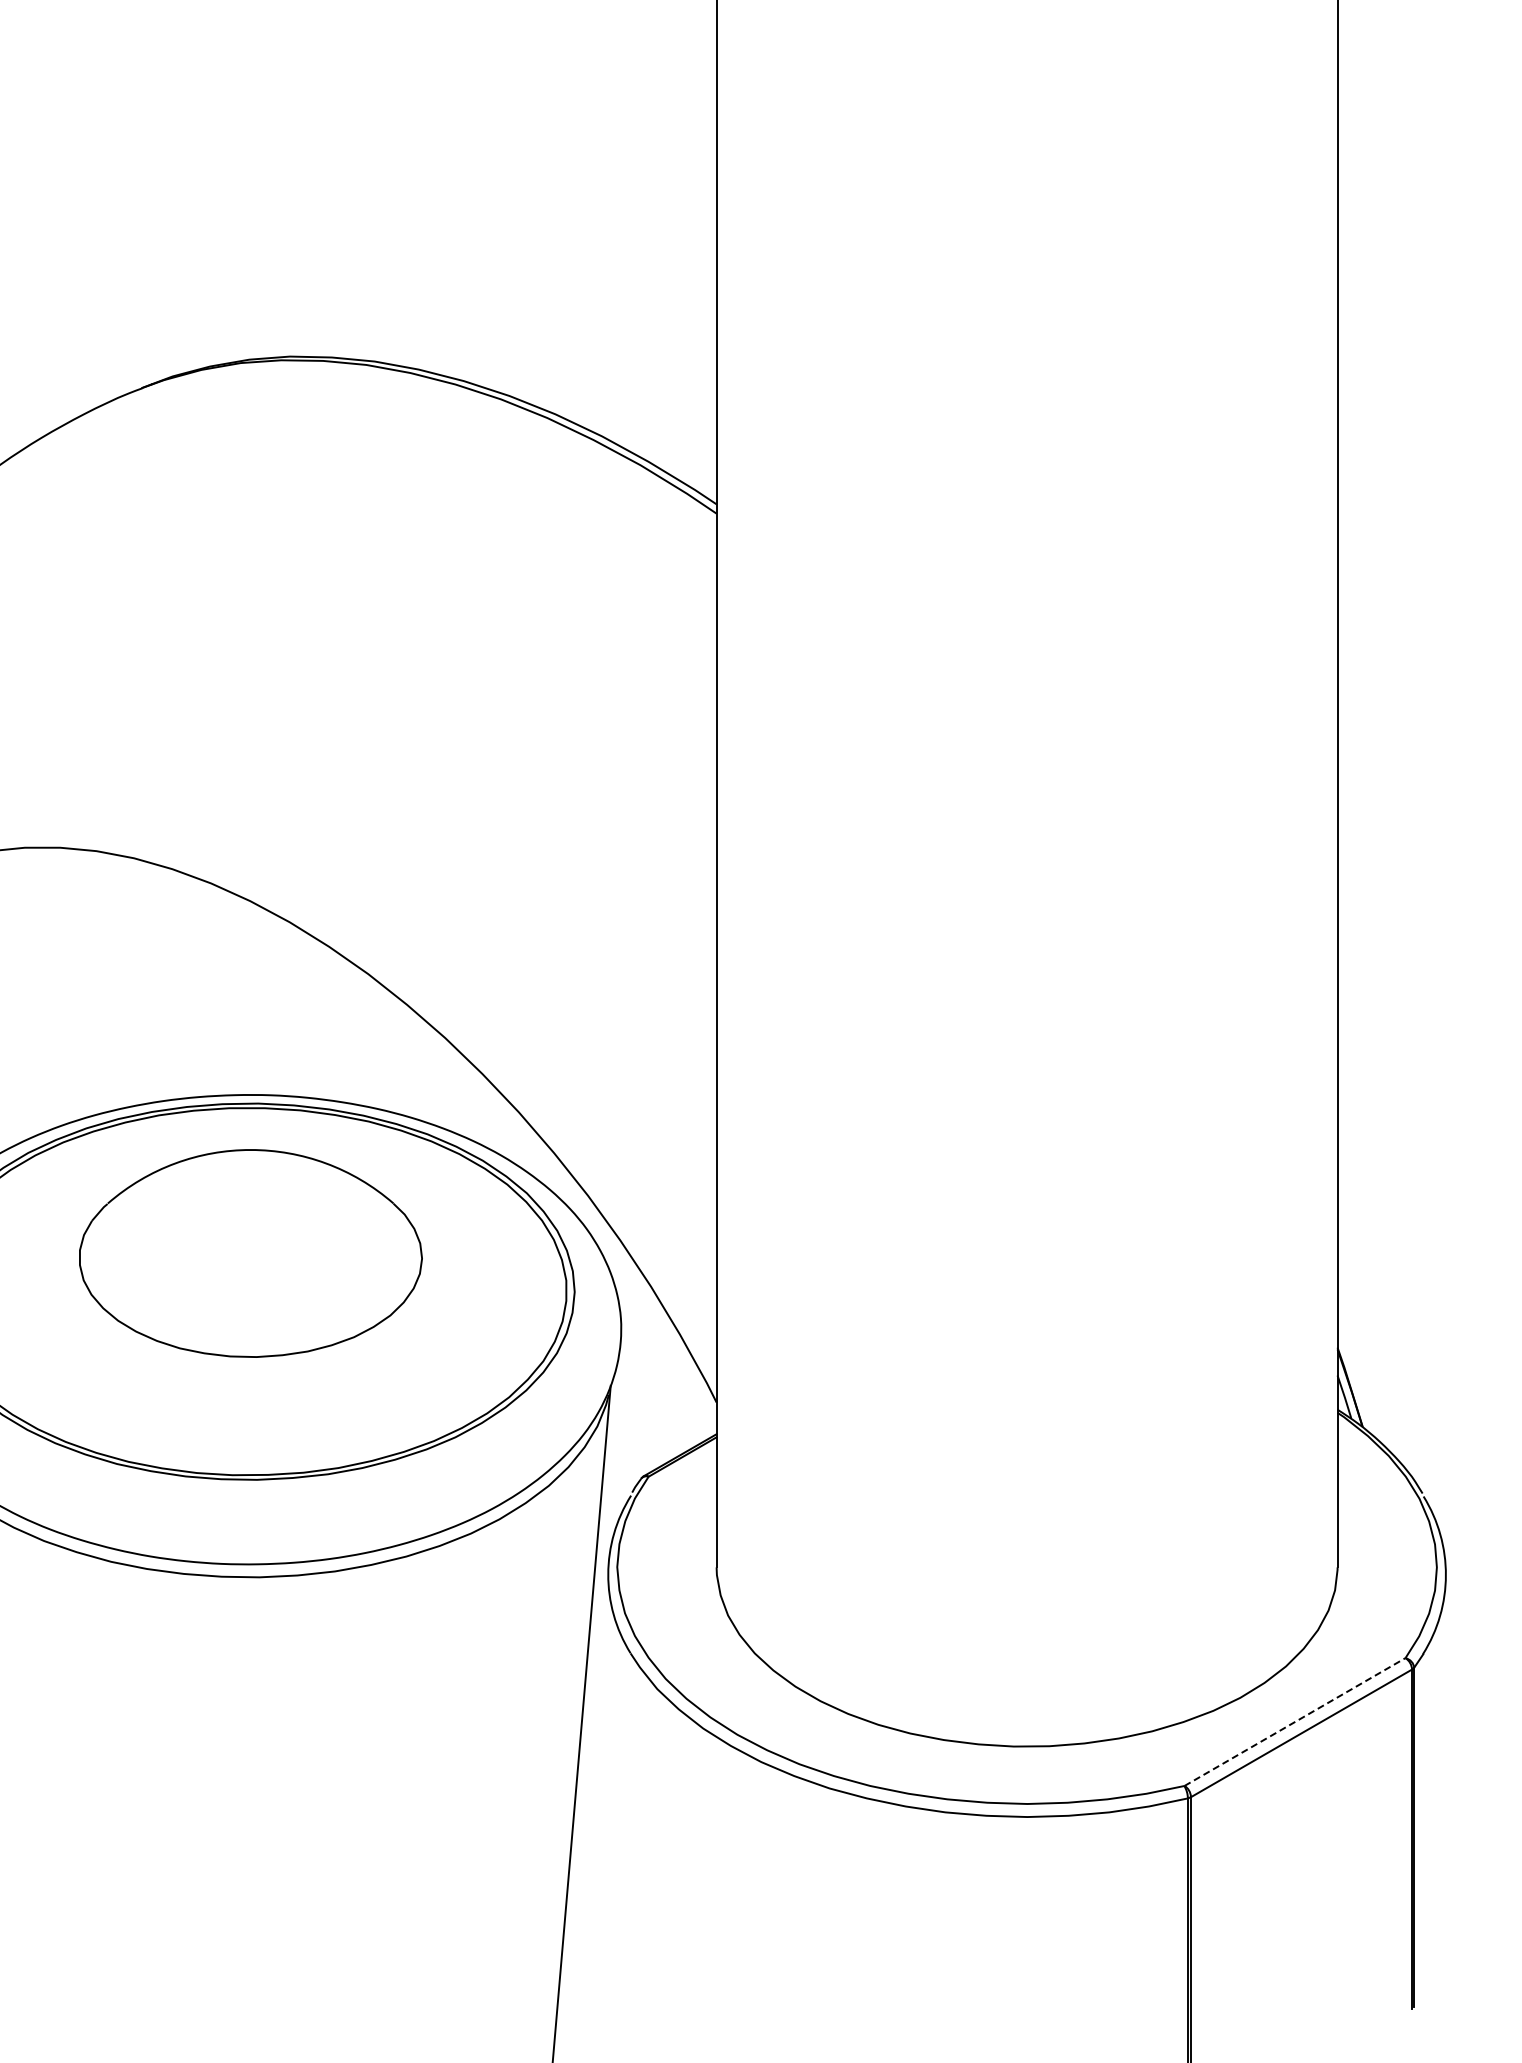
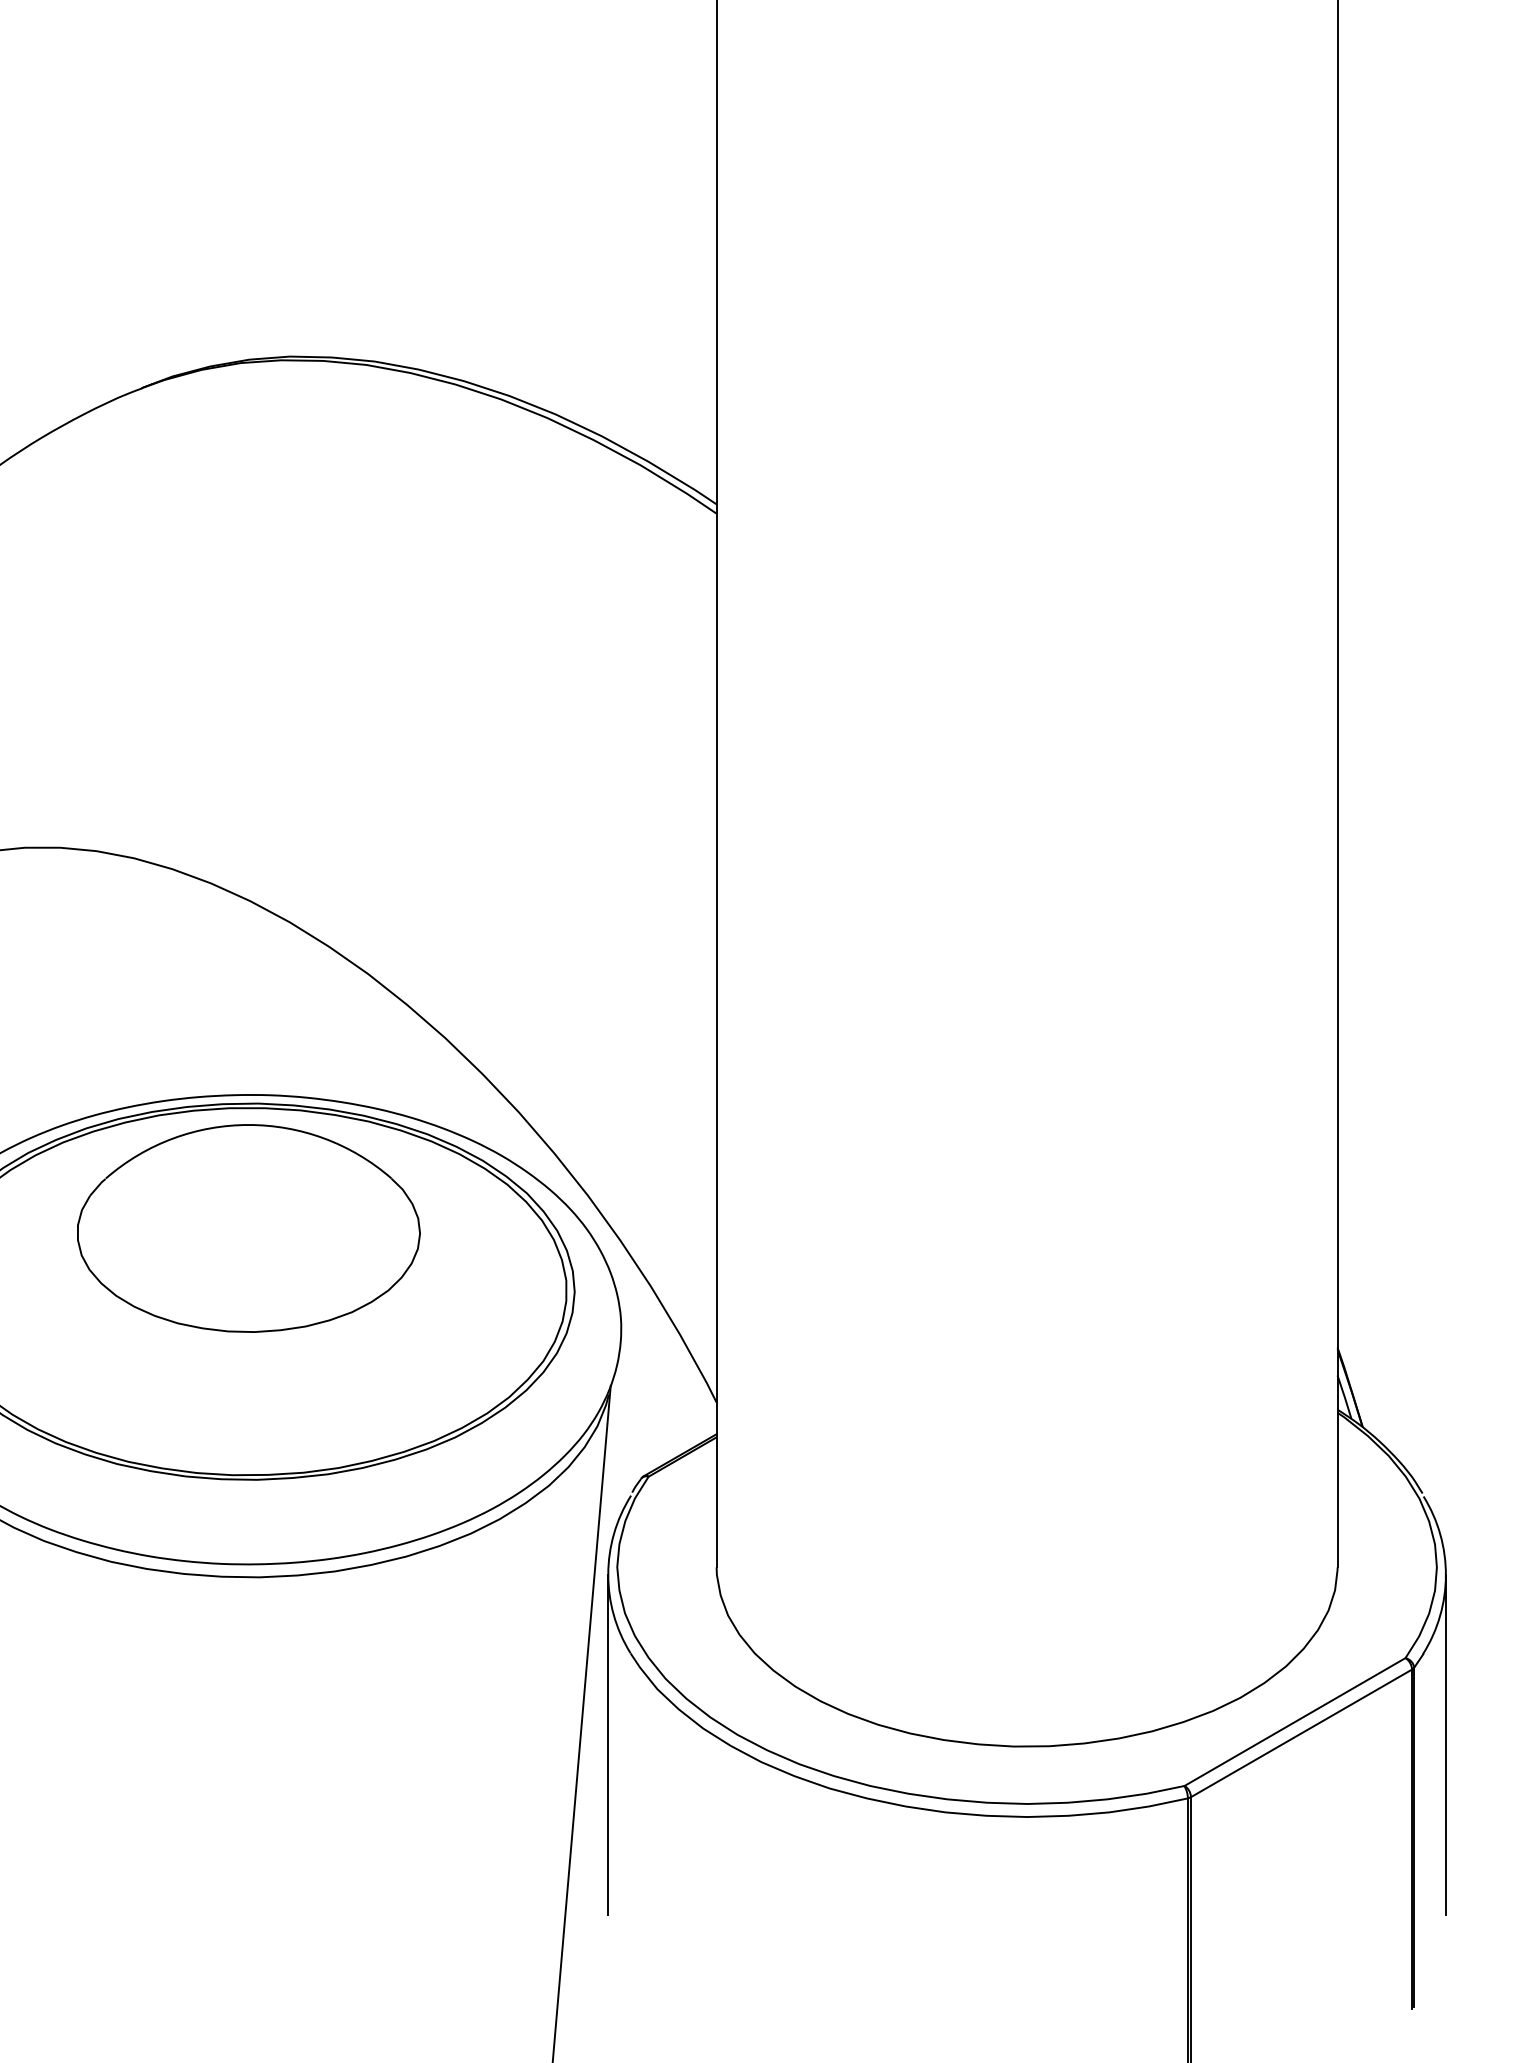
part at (250, 1253) position: (250, 1253) -> (248, 1228)
line at (1295, 1722): dashed -> solid
line at (607, 1744): none -> present
line at (1446, 1744): none -> present
